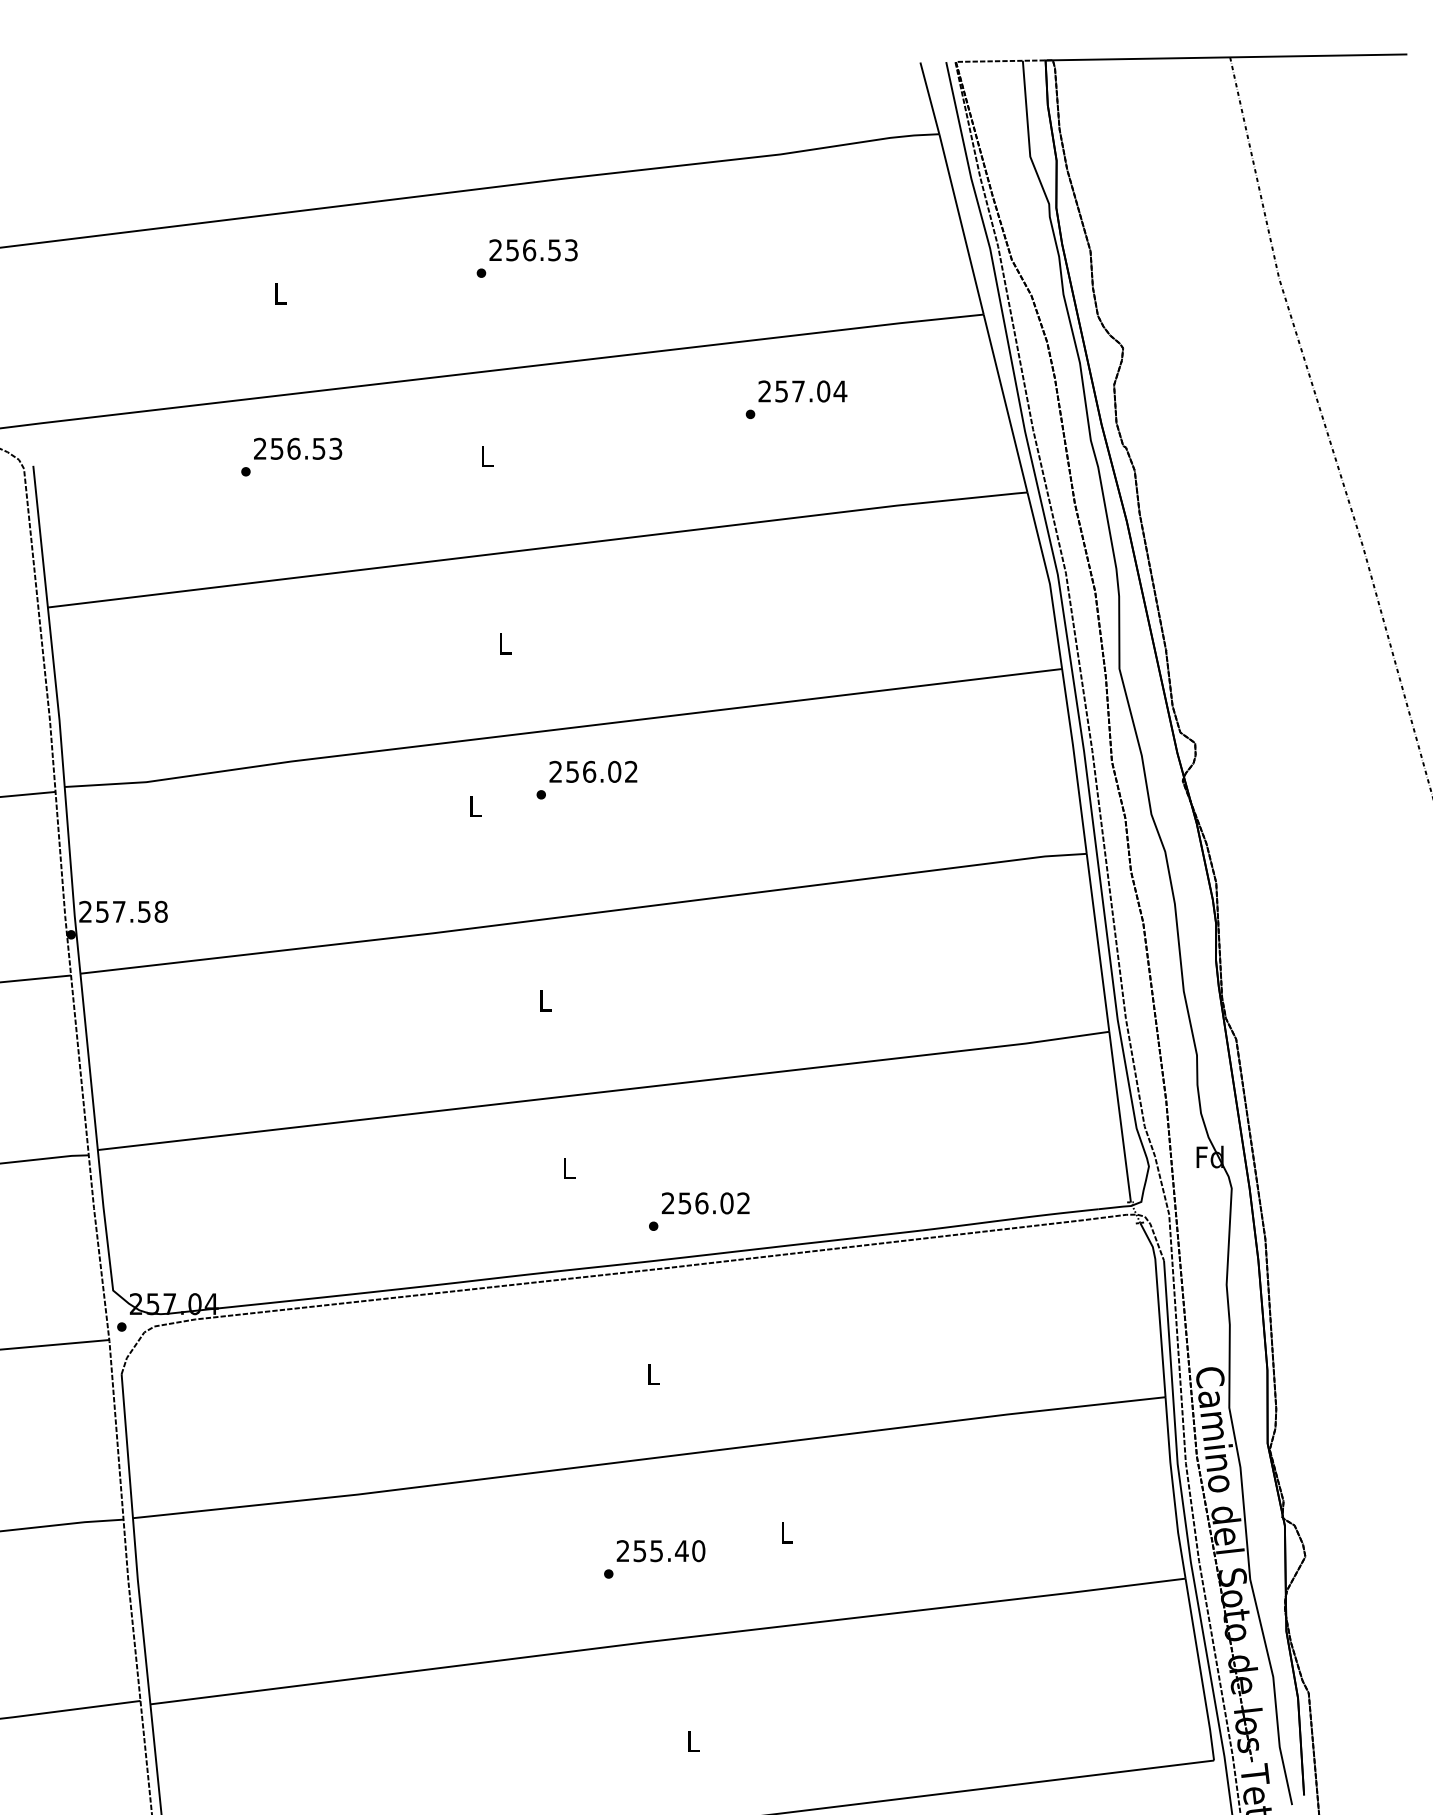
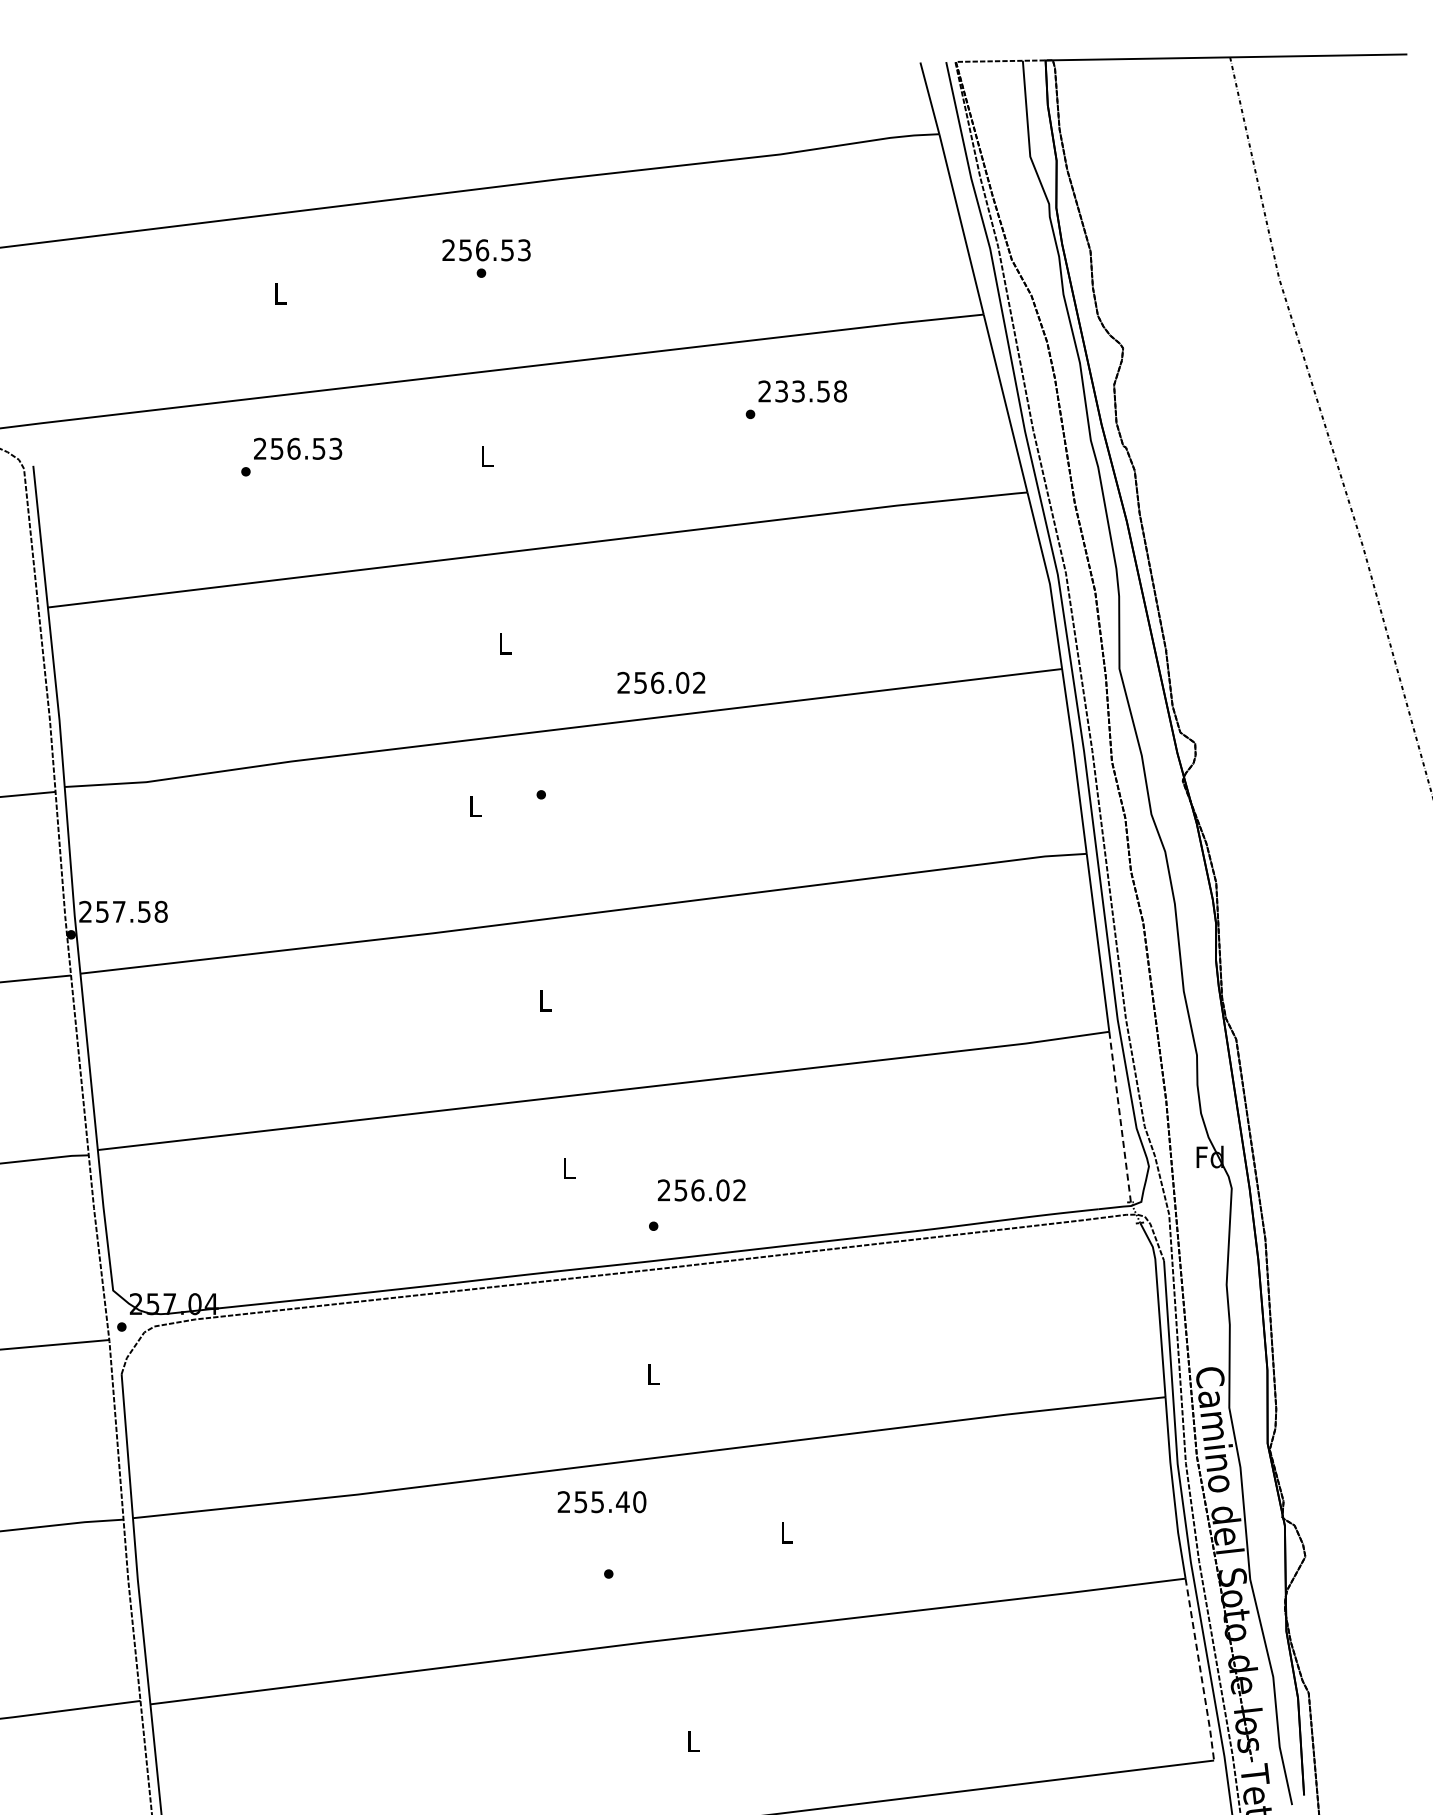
text at (533, 250) position: (533, 250) -> (486, 250)
text at (811, 391): 257.04 -> 233.58
text at (593, 771) position: (593, 771) -> (661, 682)
line at (1120, 1117): solid -> dashed
text at (705, 1203) position: (705, 1203) -> (701, 1190)
text at (660, 1551) position: (660, 1551) -> (601, 1502)
line at (1200, 1669): solid -> dashed
